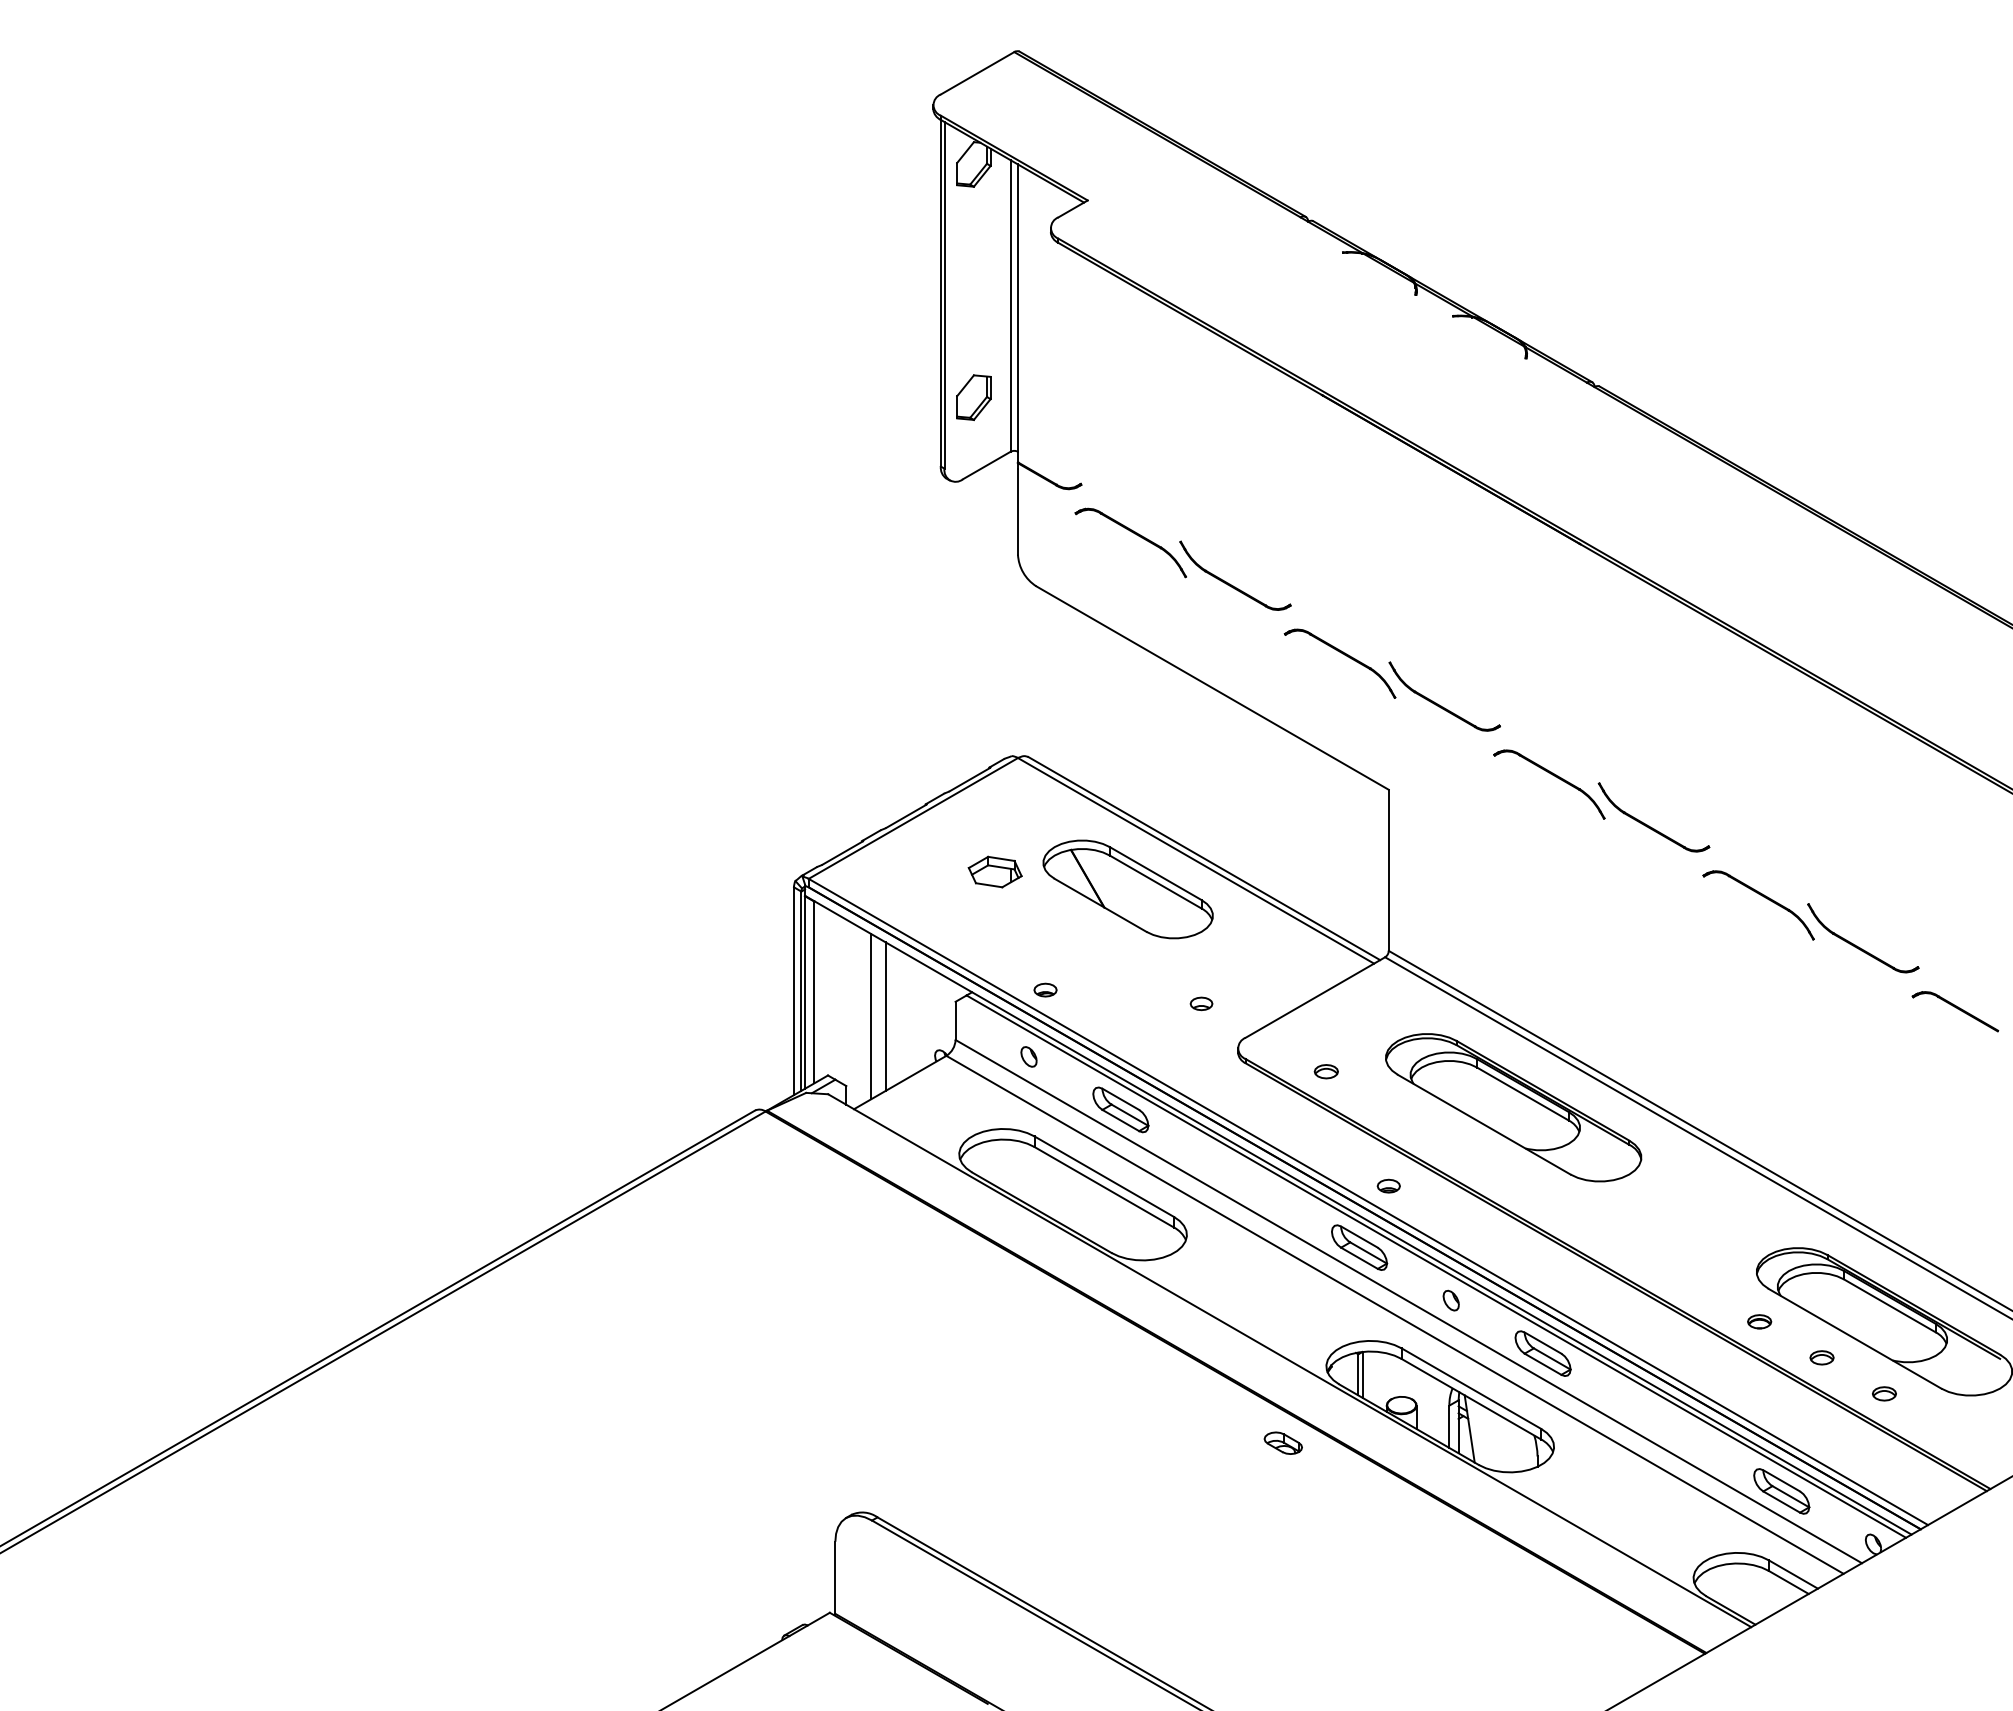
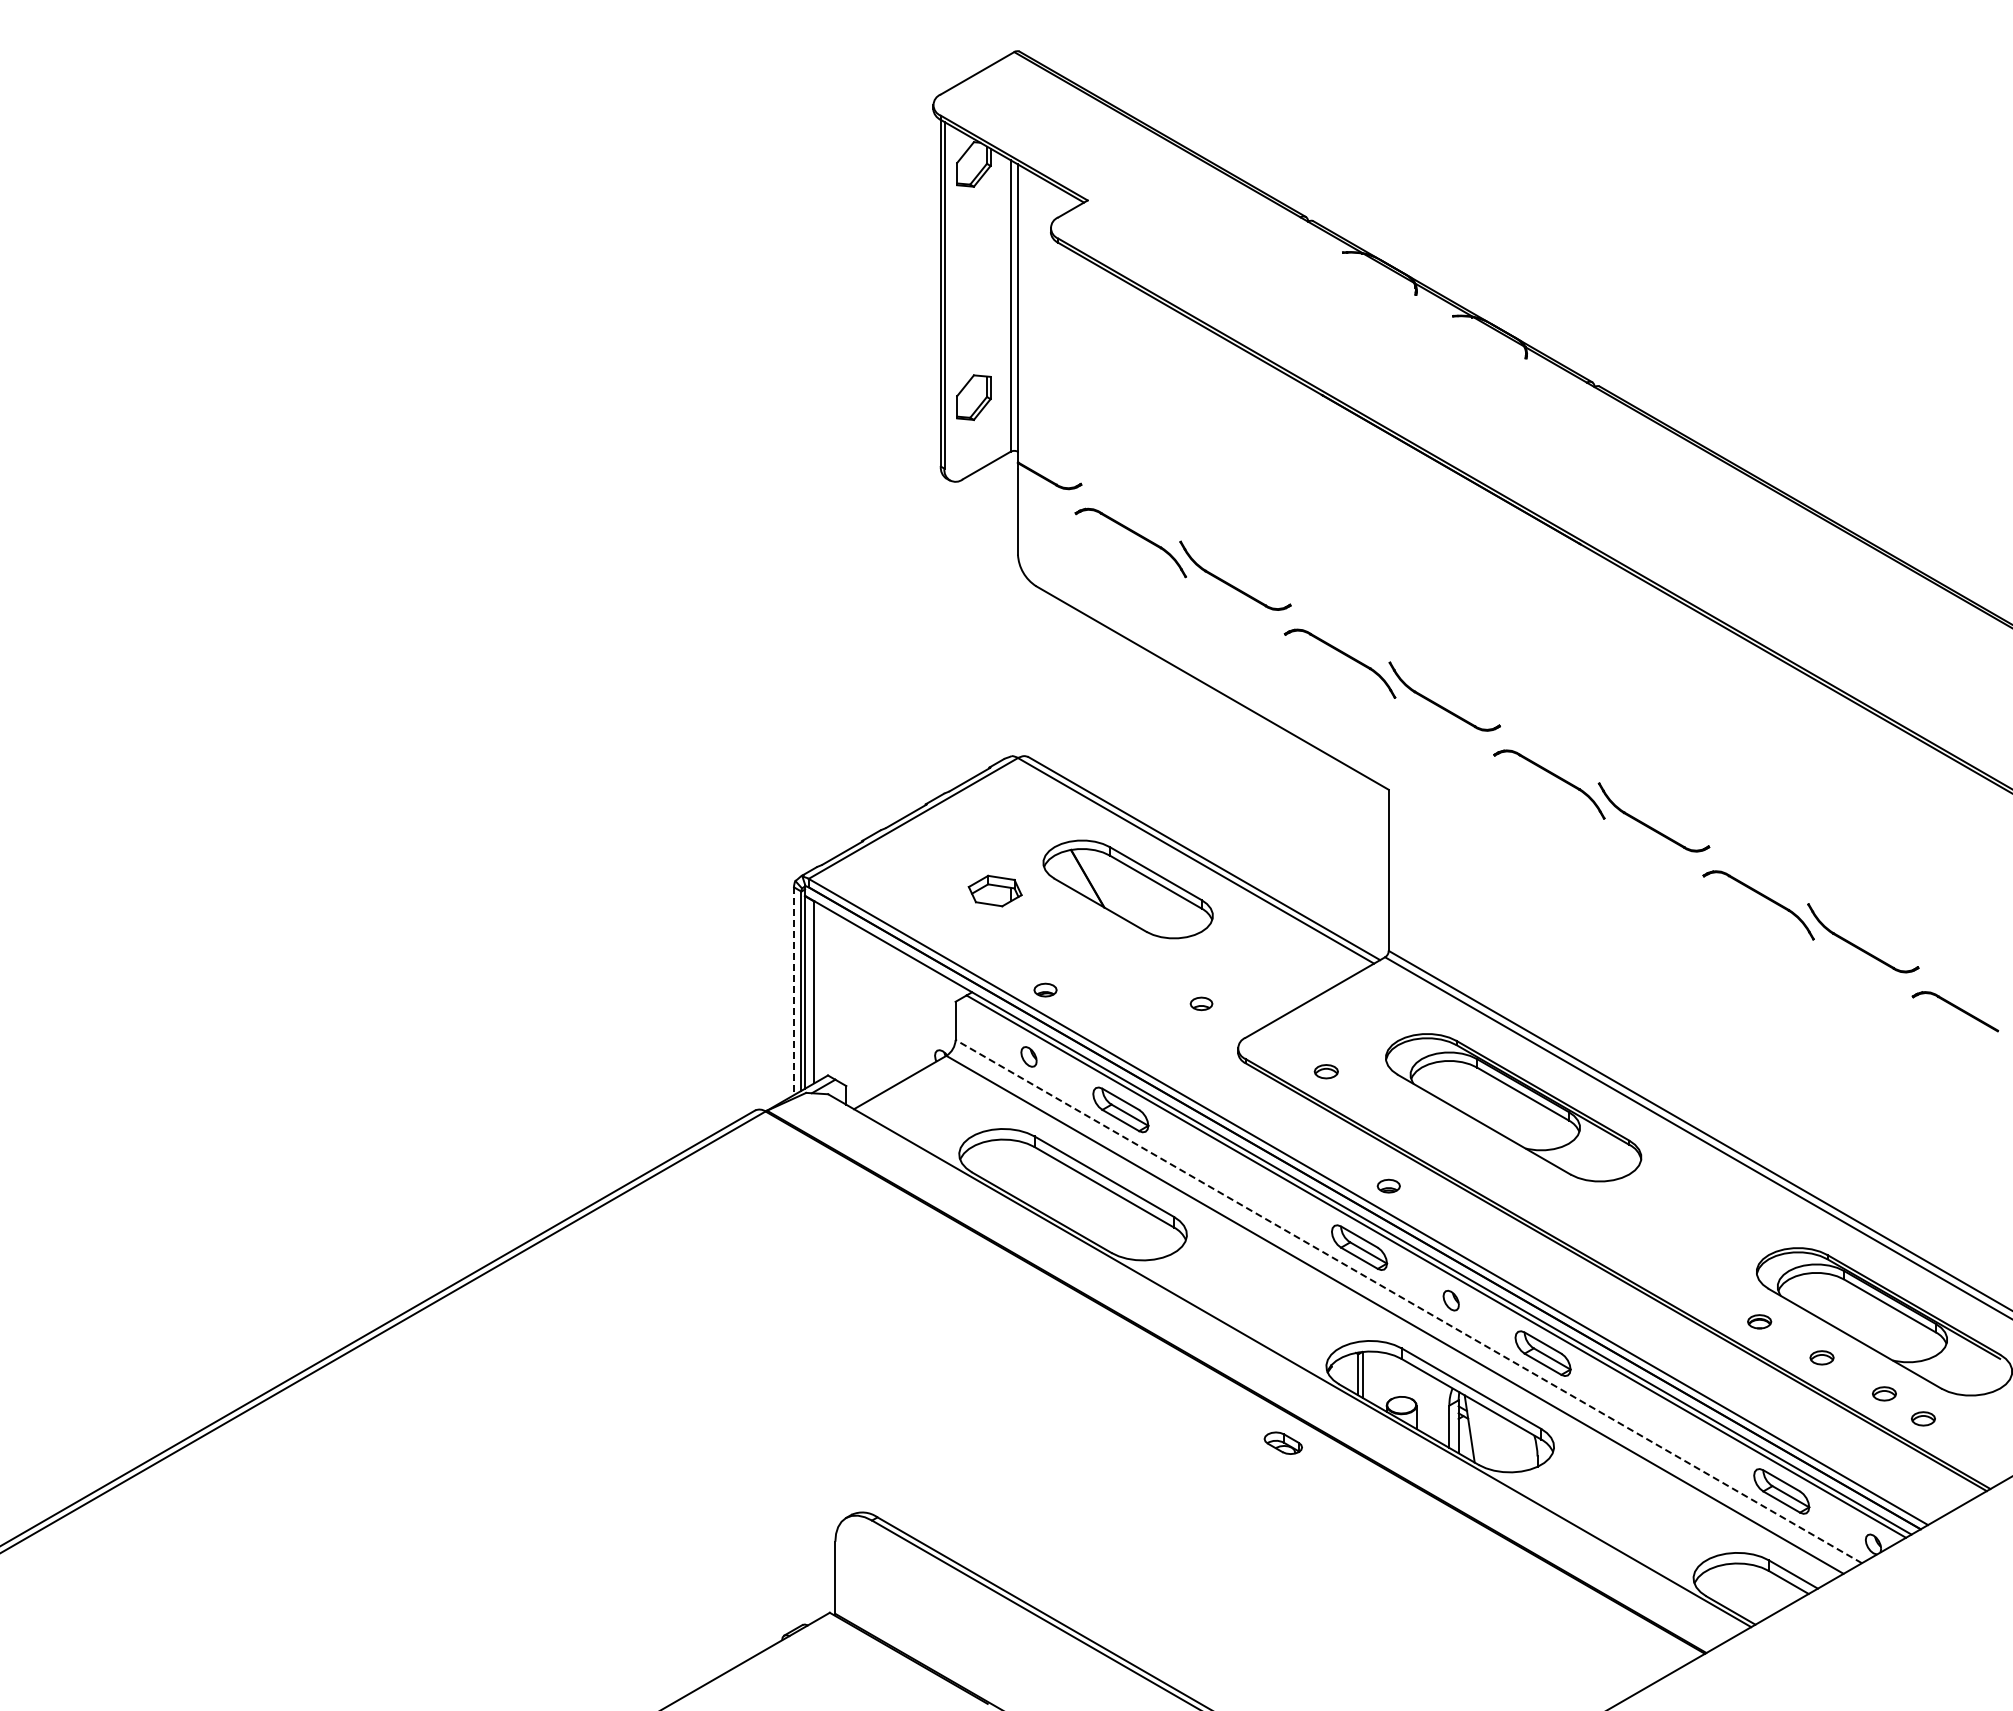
part at (994, 871) position: (994, 871) -> (994, 890)
line at (794, 991): solid -> dashed
line at (871, 1016): present -> none
line at (885, 1016): present -> none
line at (1408, 1301): solid -> dashed
part at (1923, 1418): none -> present
